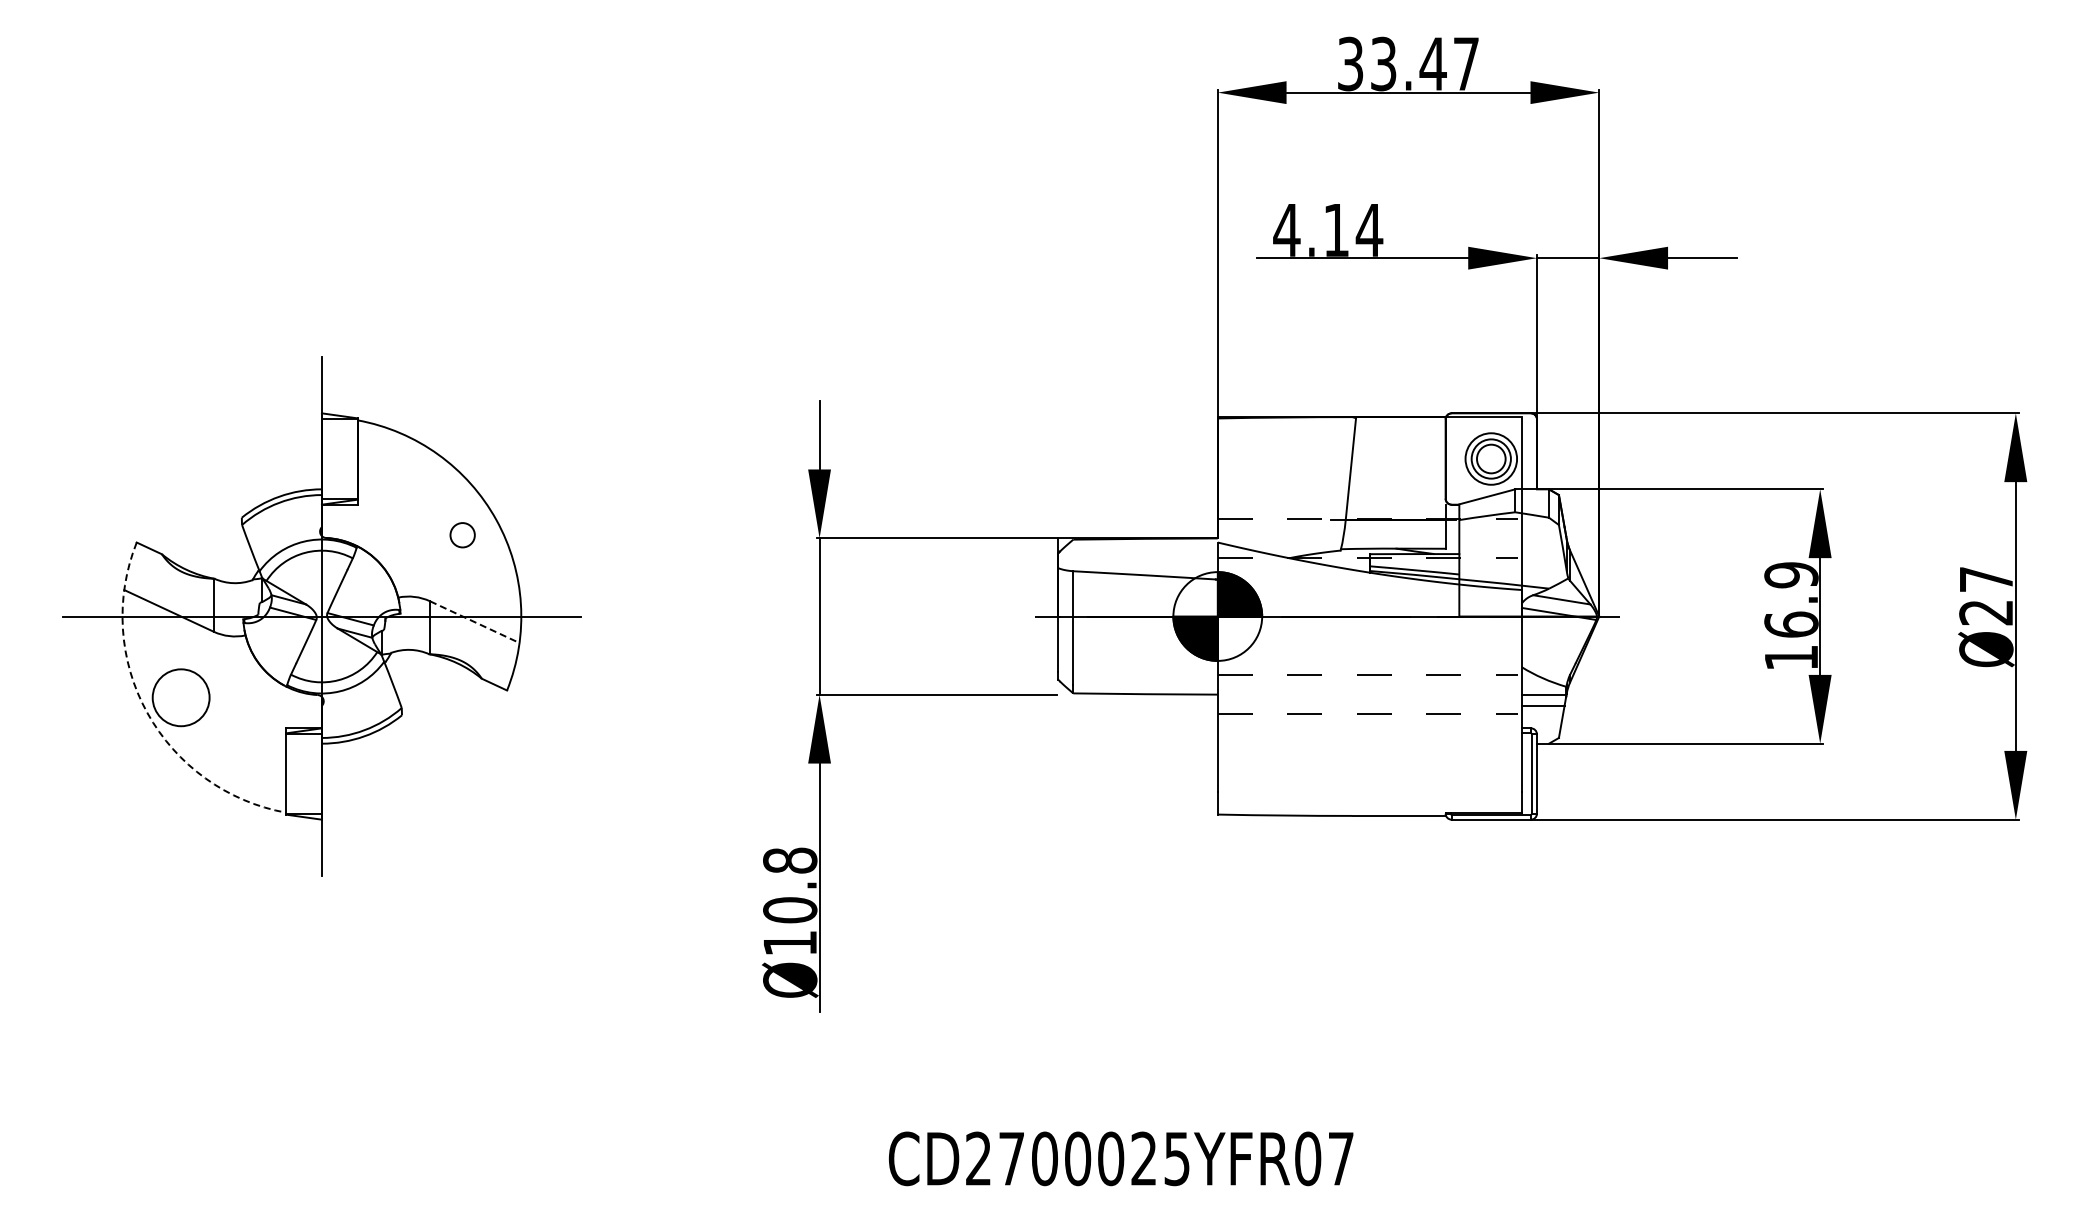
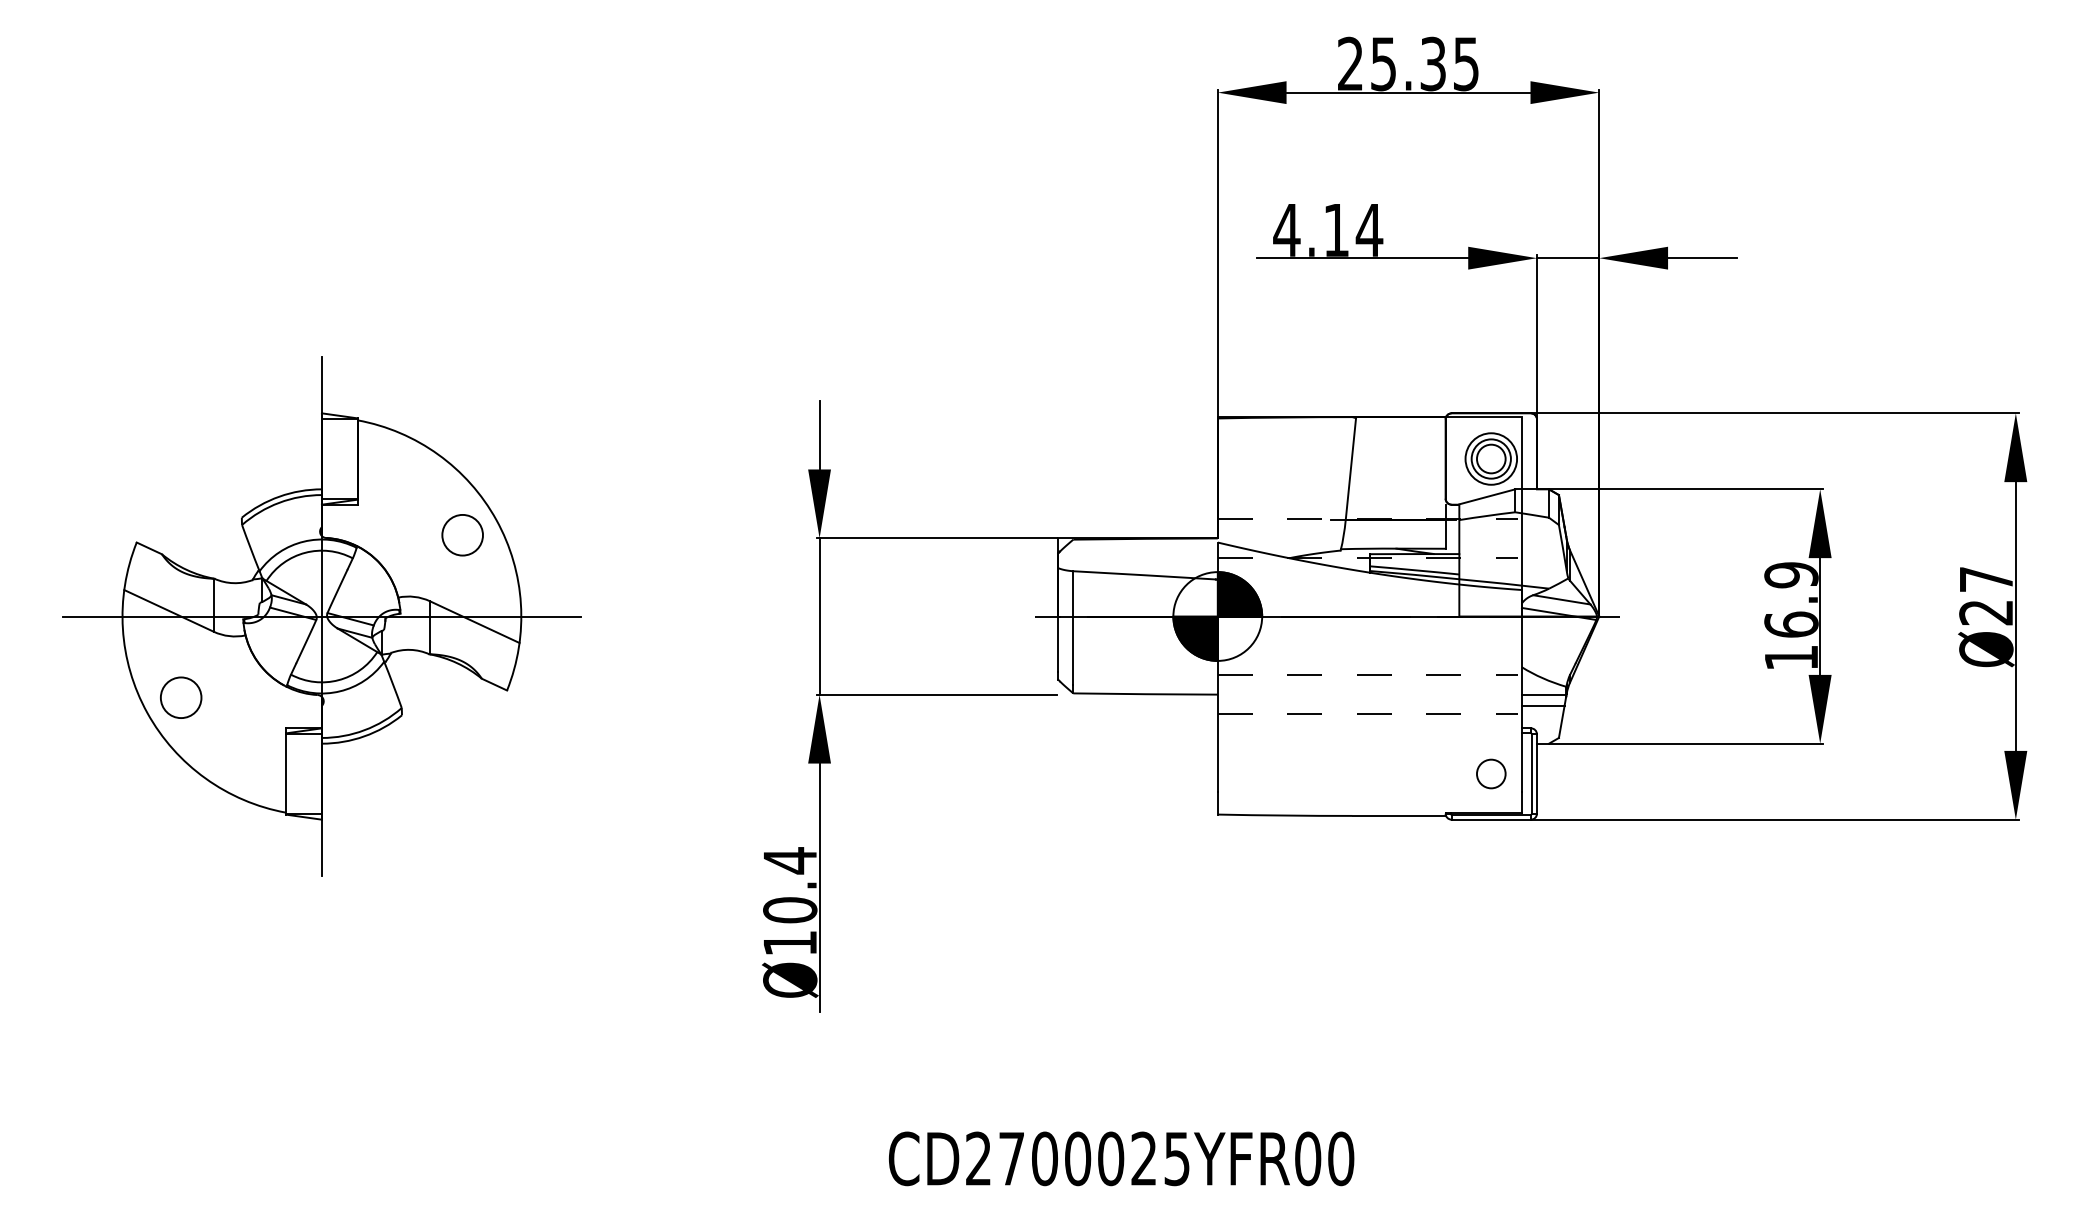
text at (1408, 63): 33.47 -> 25.35
circle at (462, 535) diameter: 24 px -> 41 px
line at (475, 622): dashed -> solid
circle at (180, 697) diameter: 57 px -> 41 px
arc at (147, 713): dashed -> solid
circle at (1491, 773): none -> present
text at (790, 860): Ø10.8 -> Ø10.4
text at (1341, 1158): CD2700025YFR07 -> CD2700025YFR00
